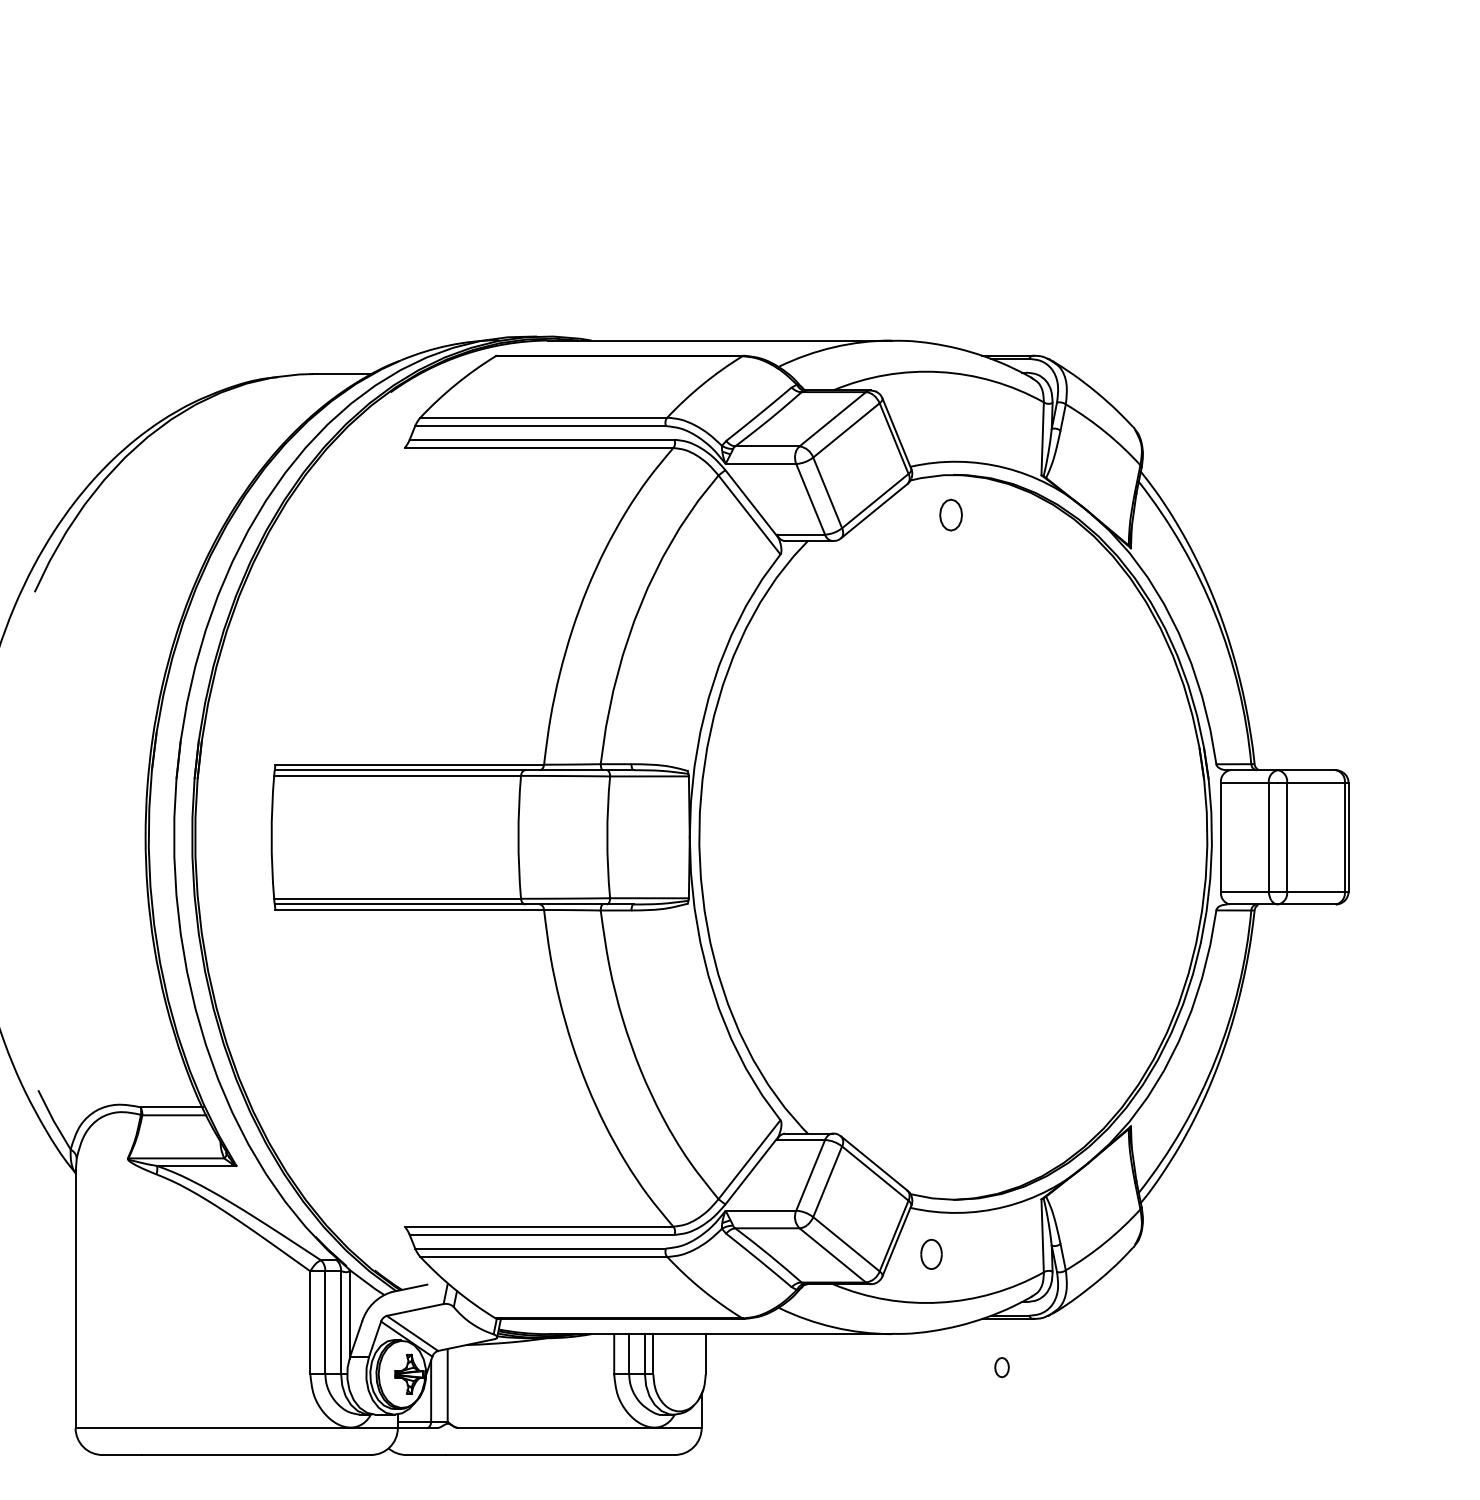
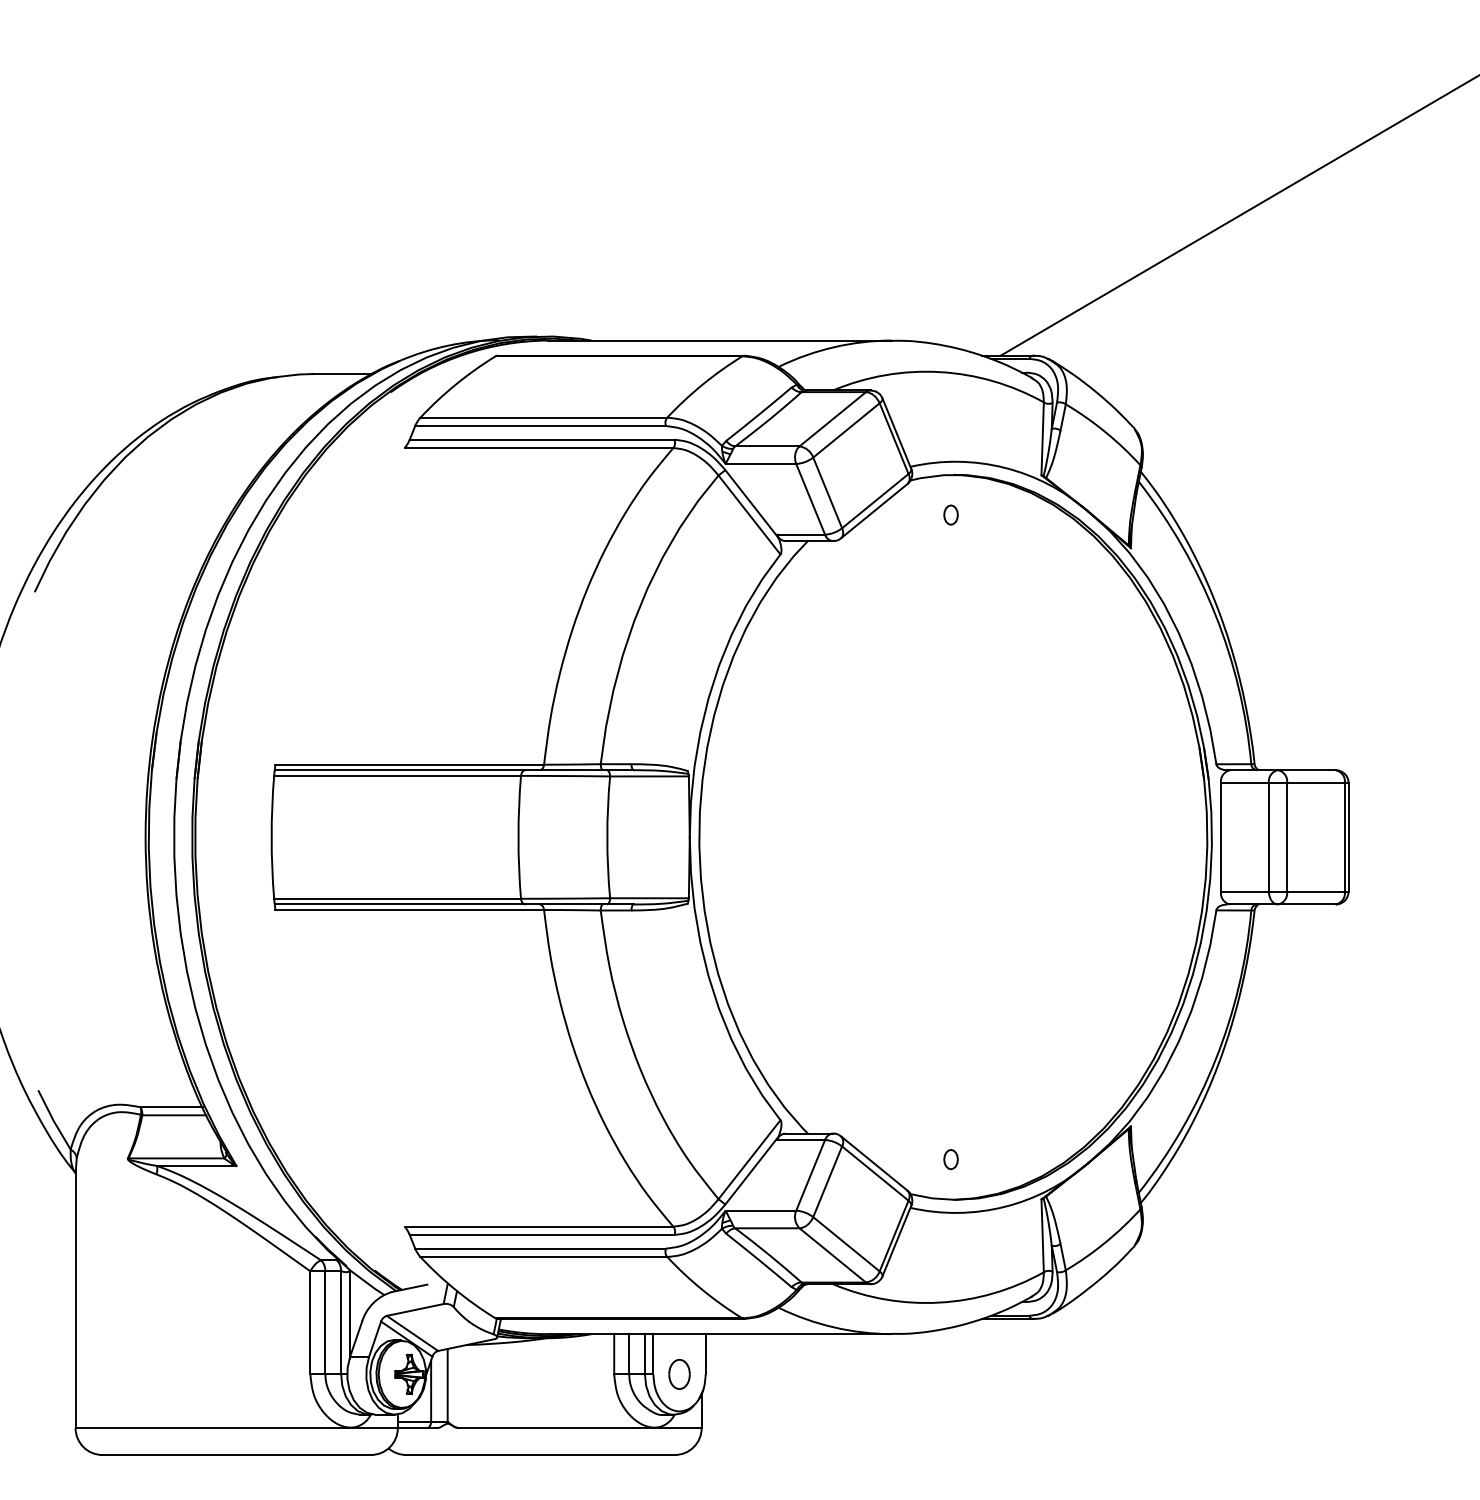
line at (1238, 216): none -> present
part at (950, 514) size: 24x34 px -> 16x22 px
part at (931, 1253) position: (931, 1253) -> (679, 1373)
part at (1001, 1367) position: (1001, 1367) -> (950, 1159)
